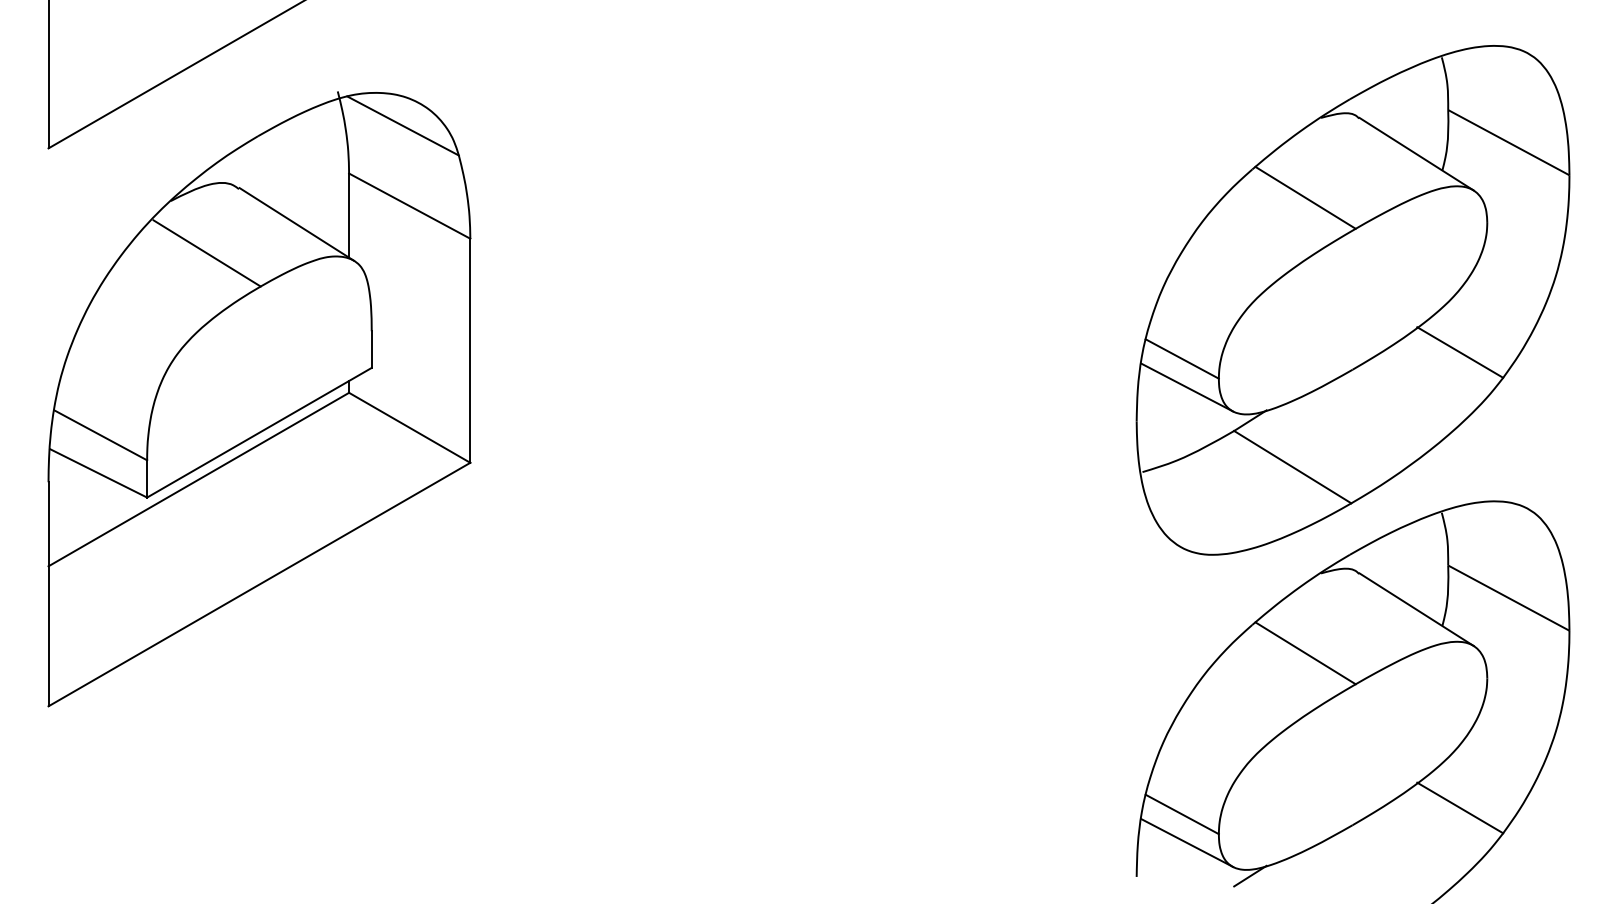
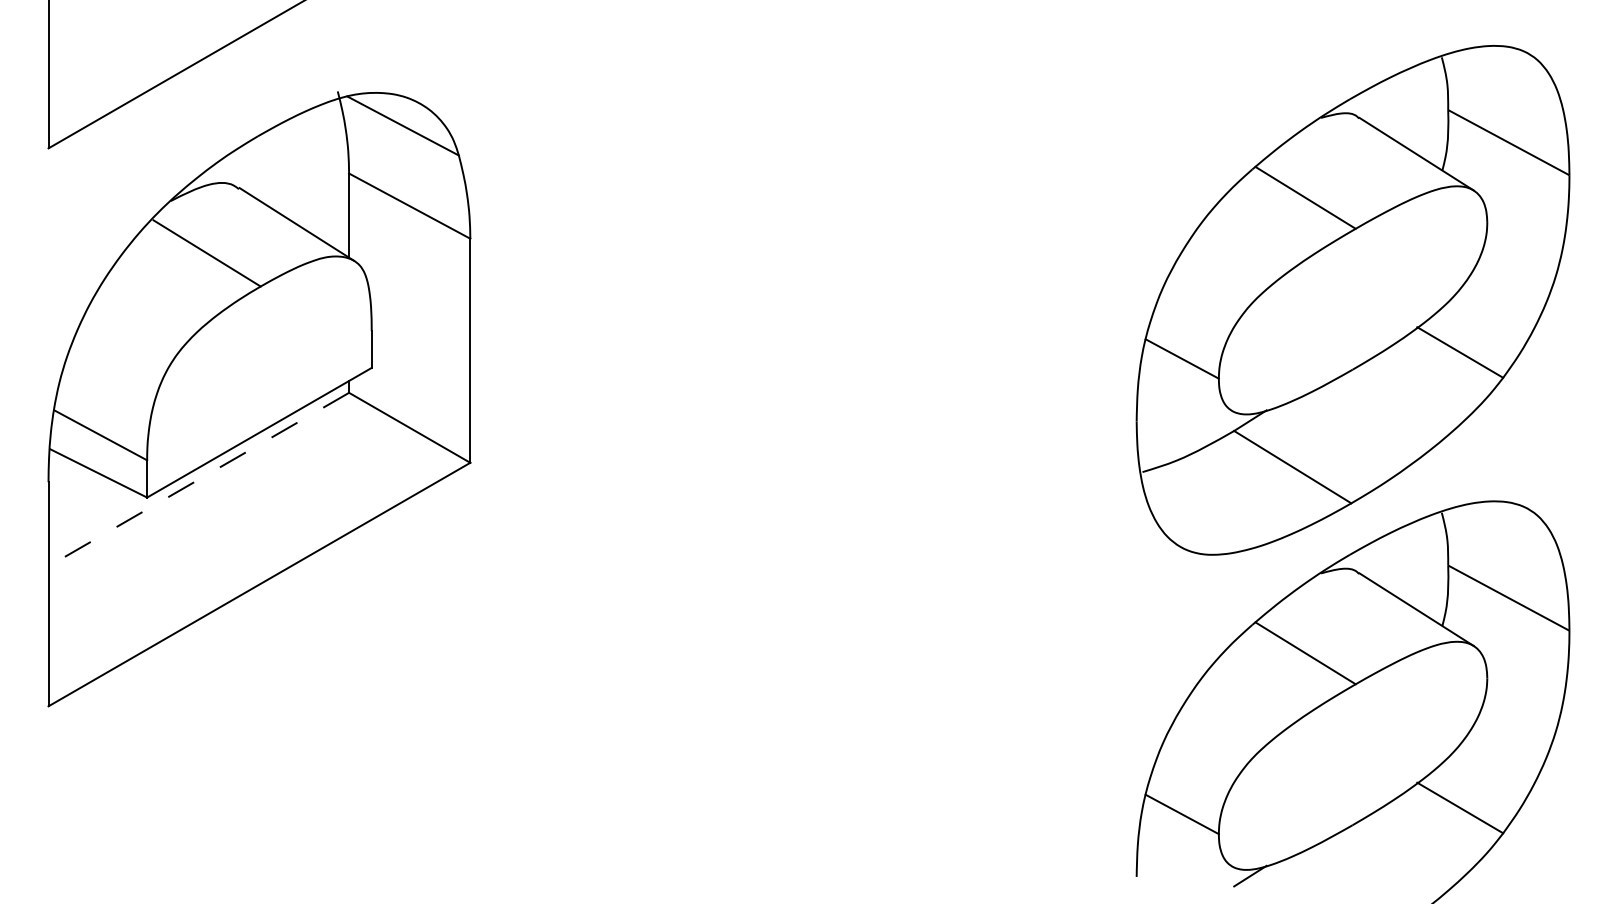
line at (1187, 387): present -> none
line at (198, 479): solid -> dashed
line at (1187, 842): present -> none
